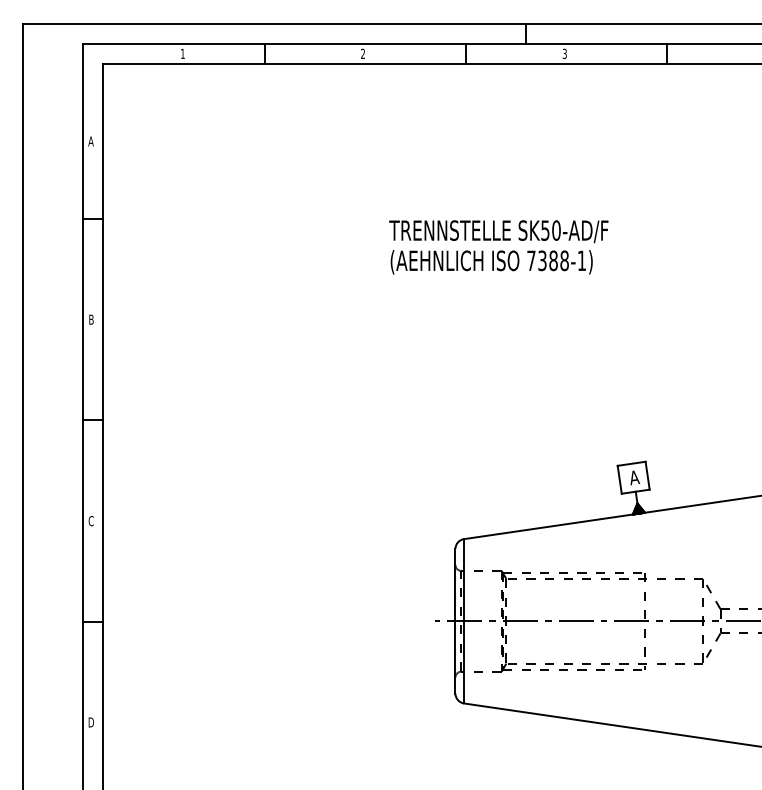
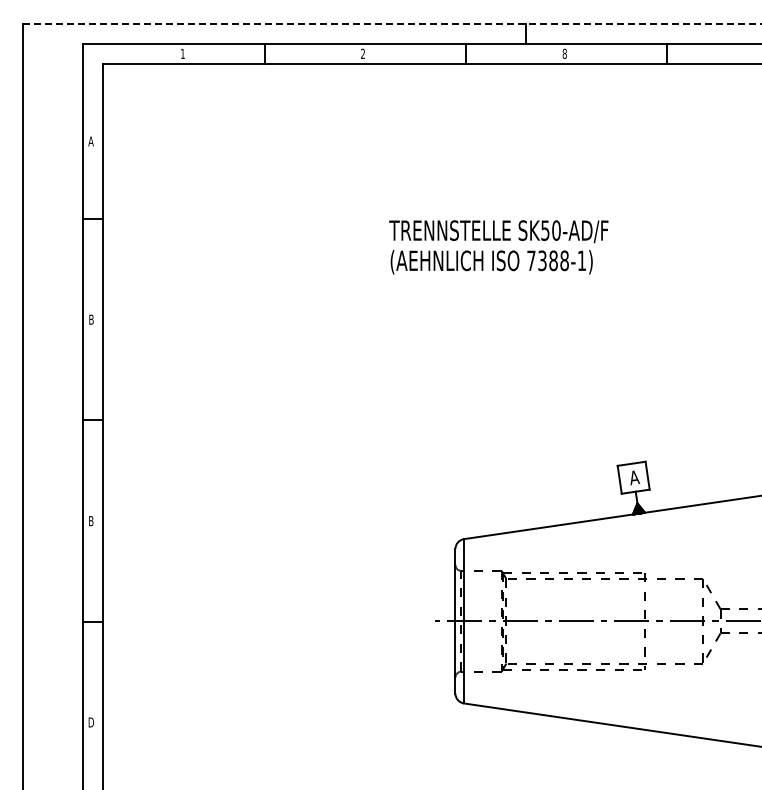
line at (392, 23): solid -> dashed
text at (564, 53): 3 -> 8
text at (90, 521): C -> B
